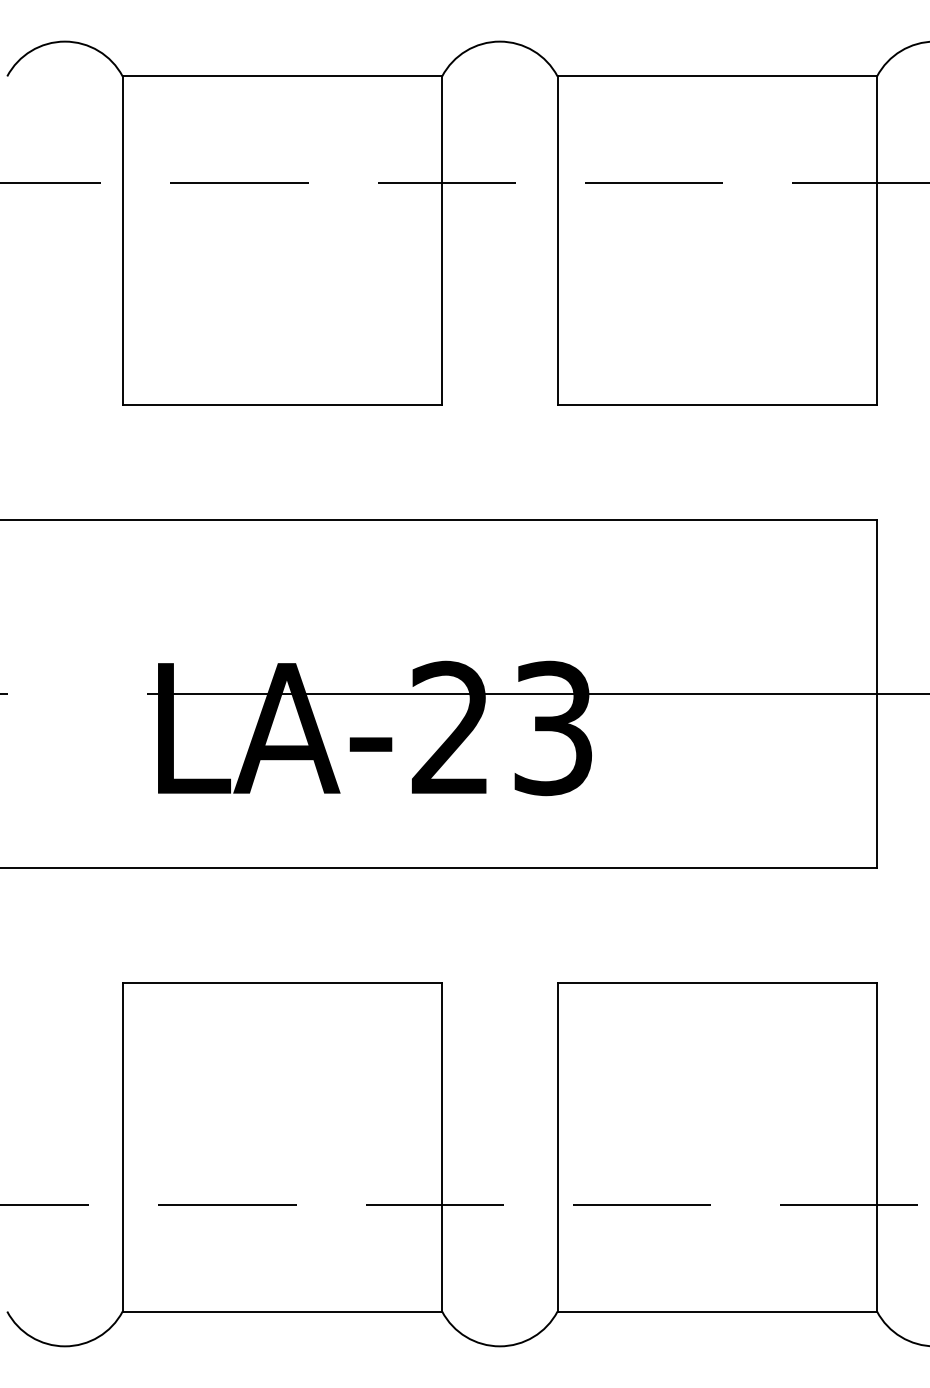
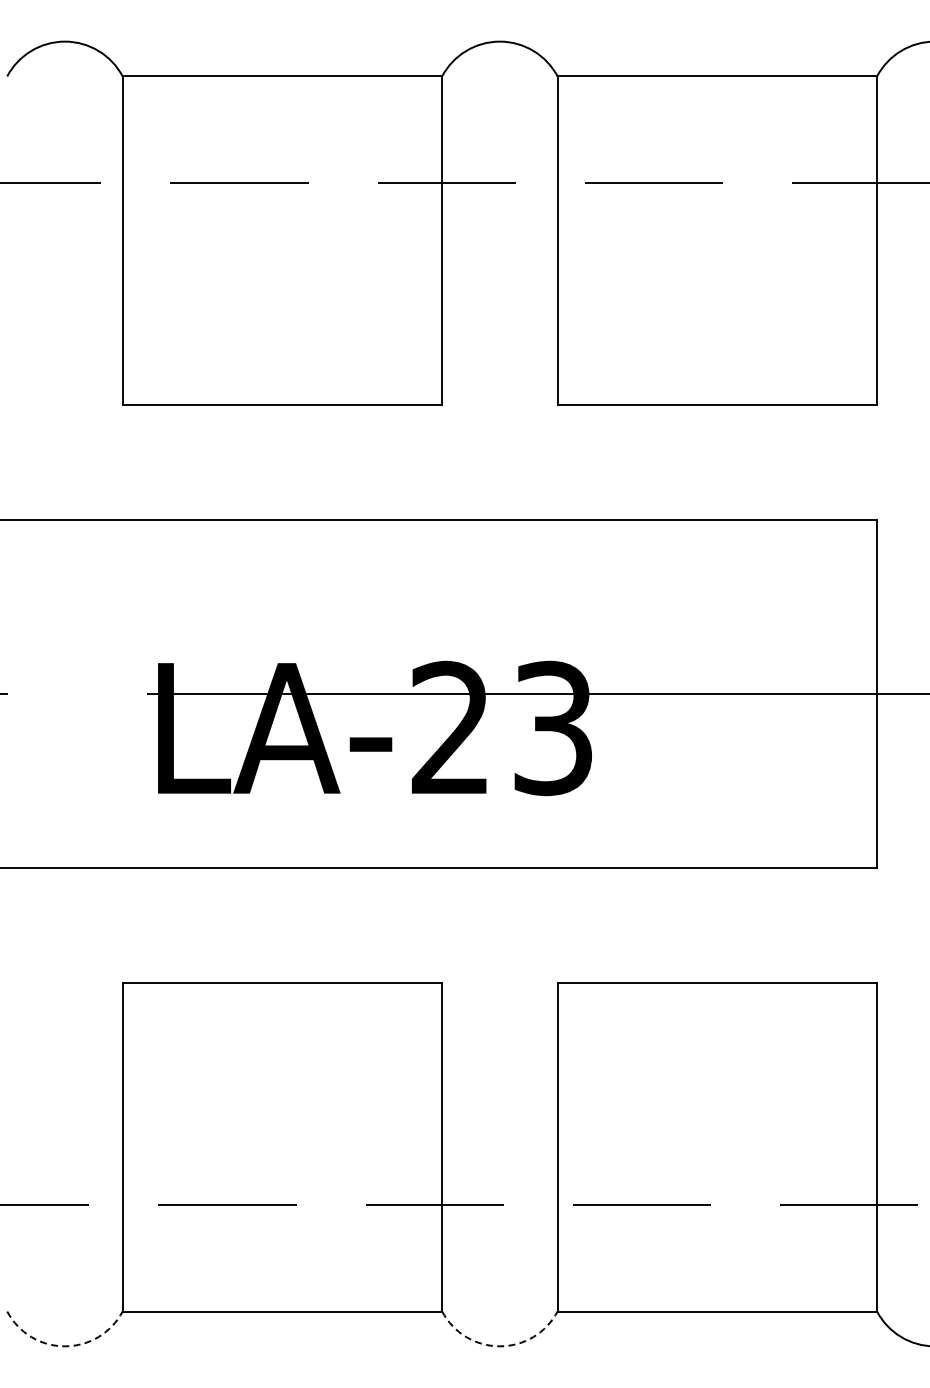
arc at (64, 1346): solid -> dashed
arc at (499, 1346): solid -> dashed
